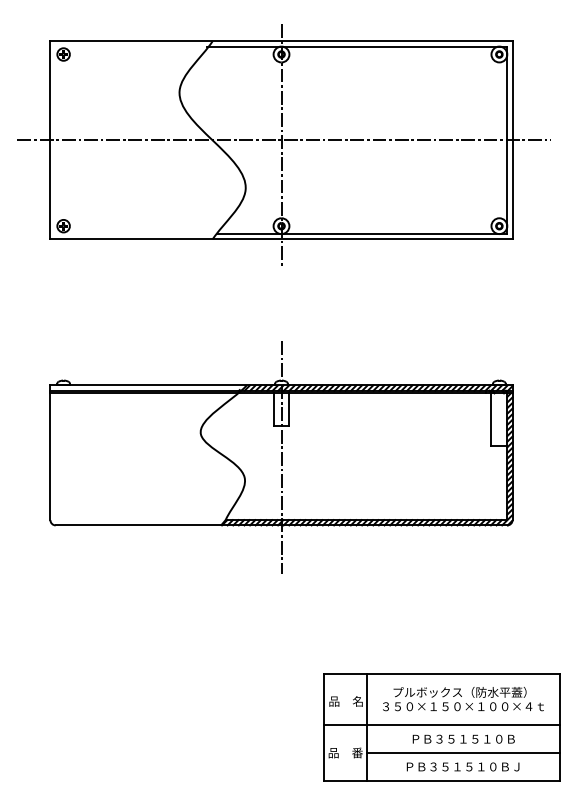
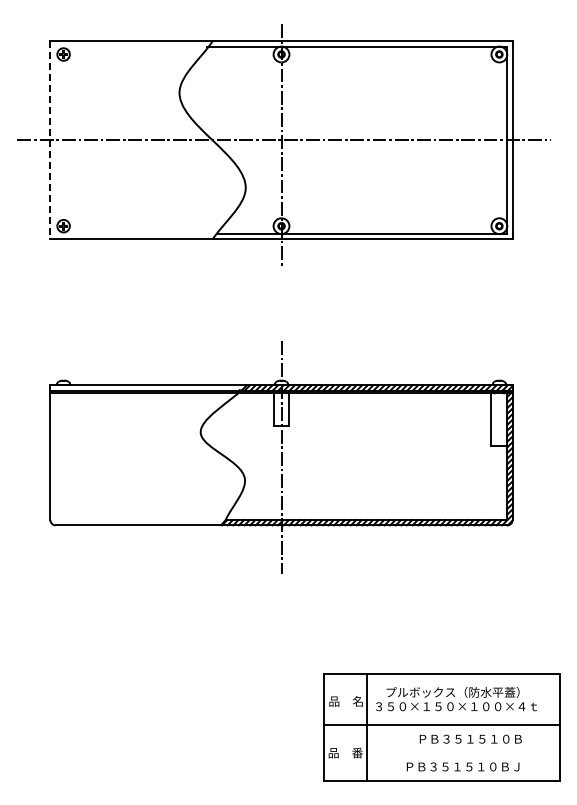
line at (50, 140): solid -> dashed
text at (463, 699) position: (463, 699) -> (456, 699)
text at (463, 738) position: (463, 738) -> (470, 738)
line at (463, 753): present -> none
